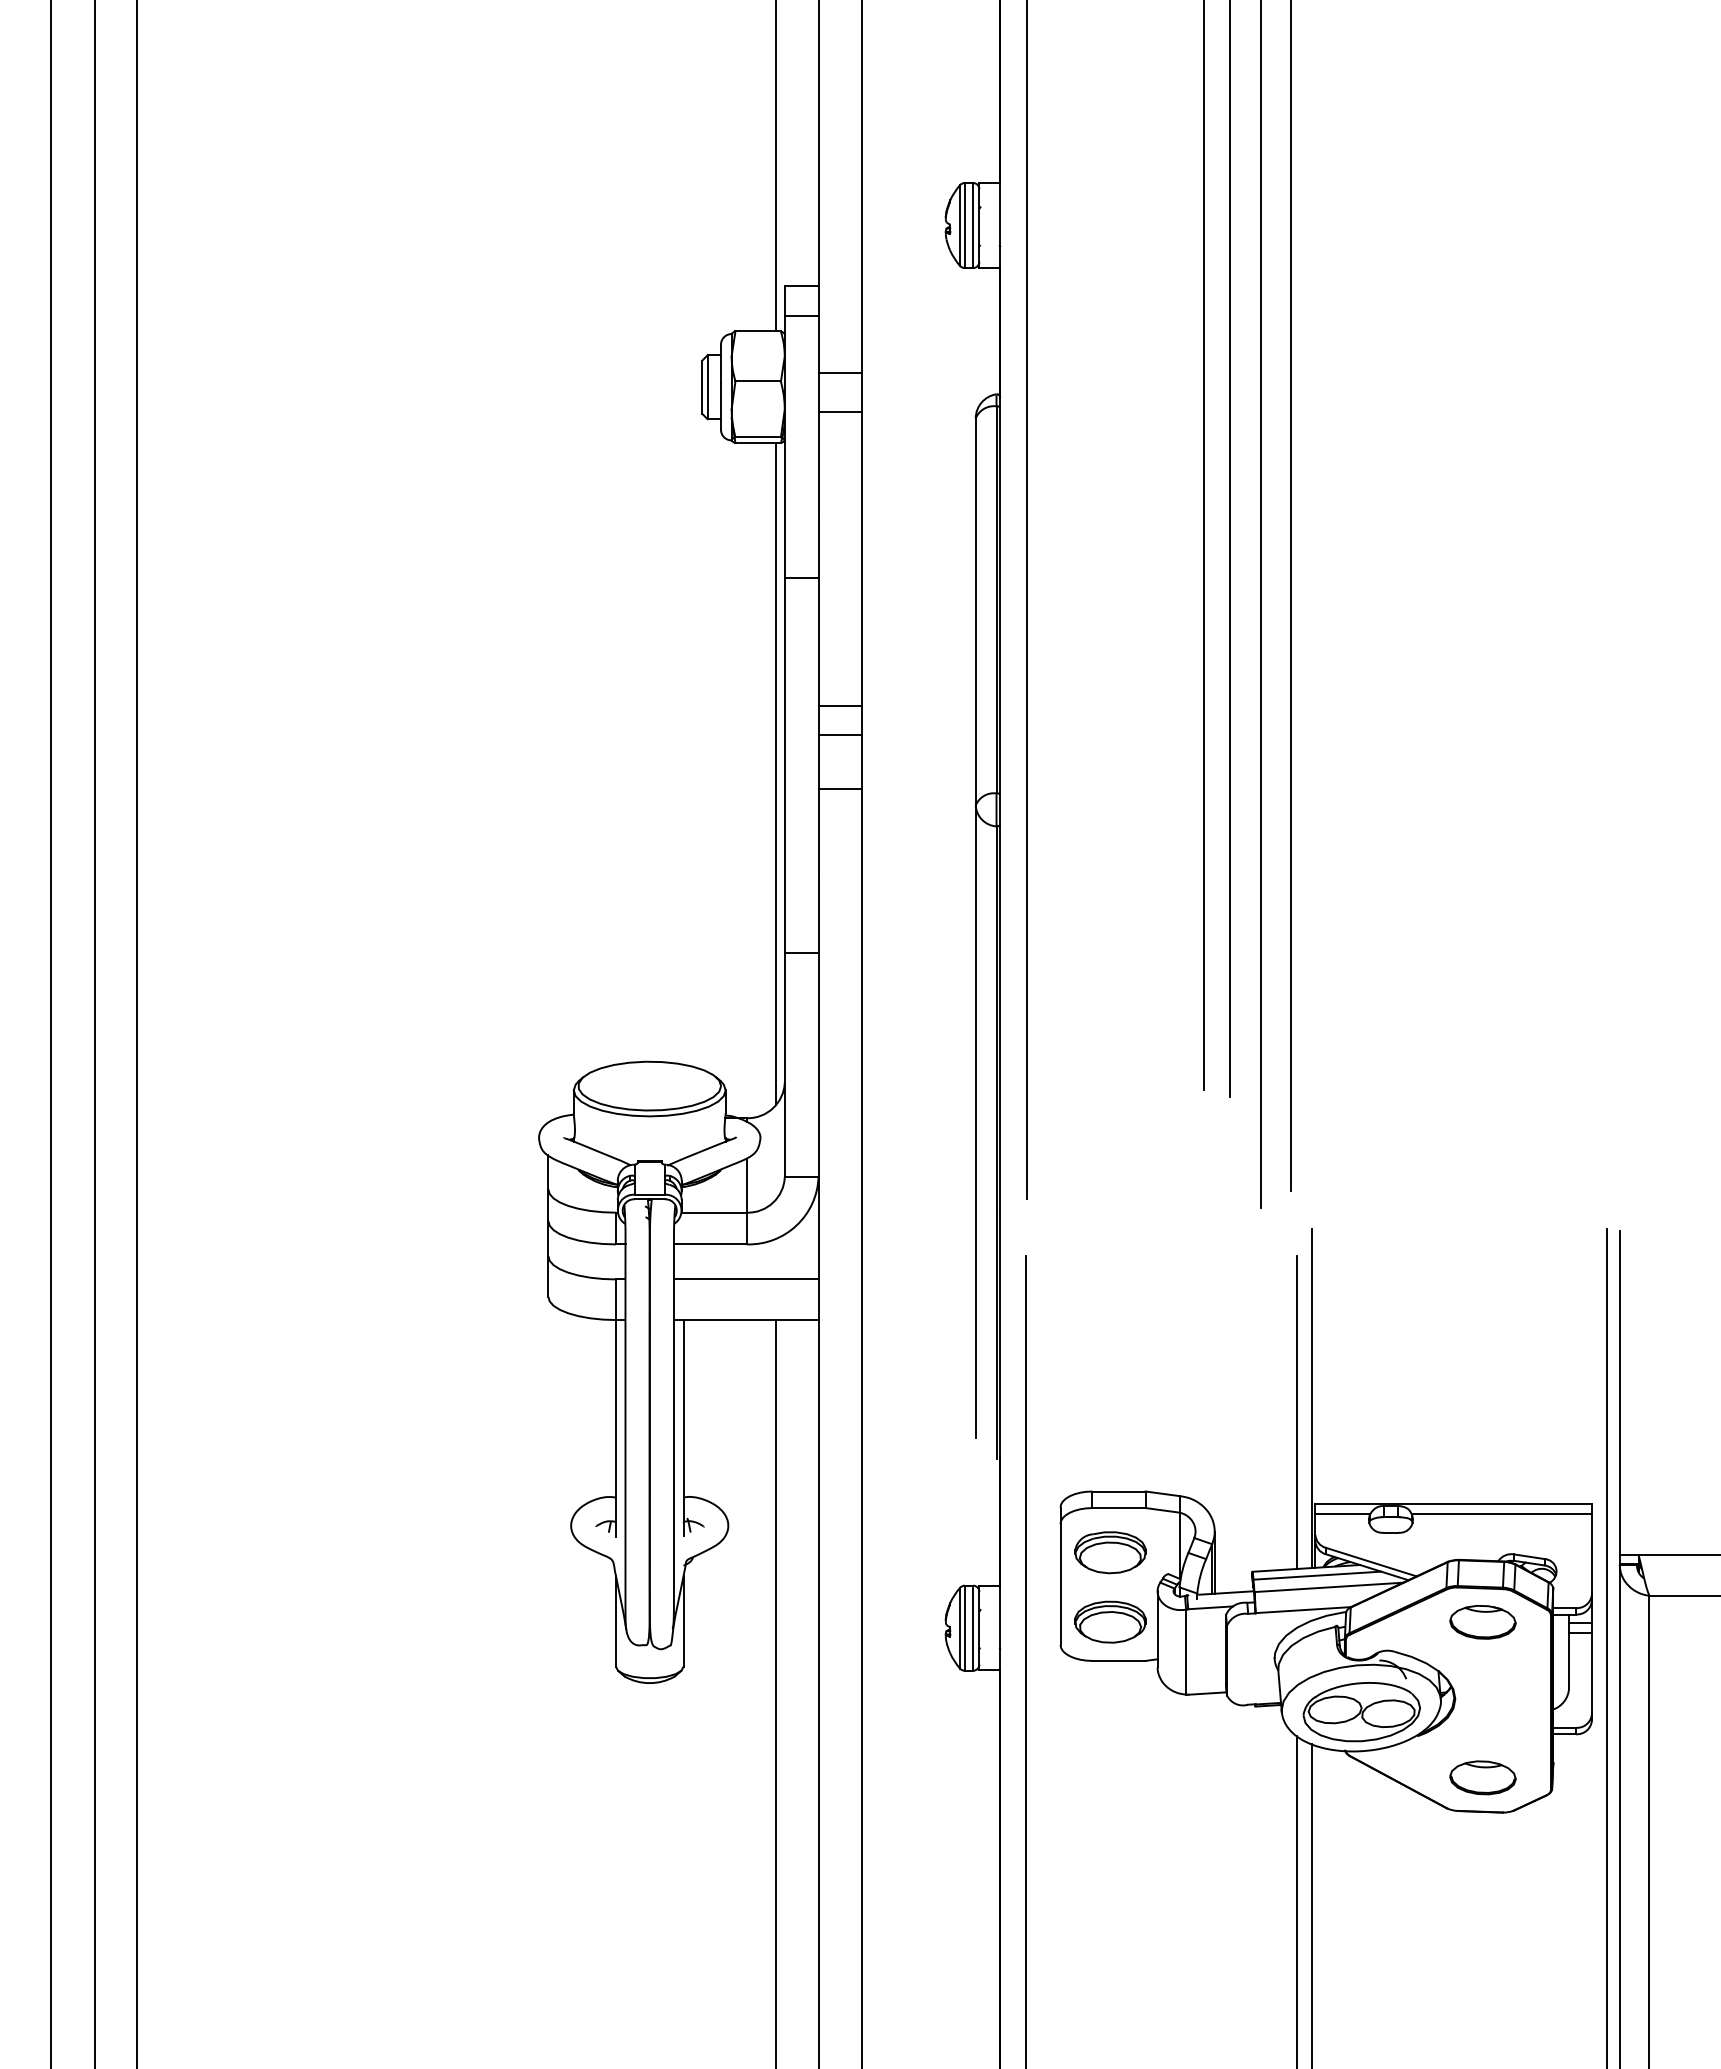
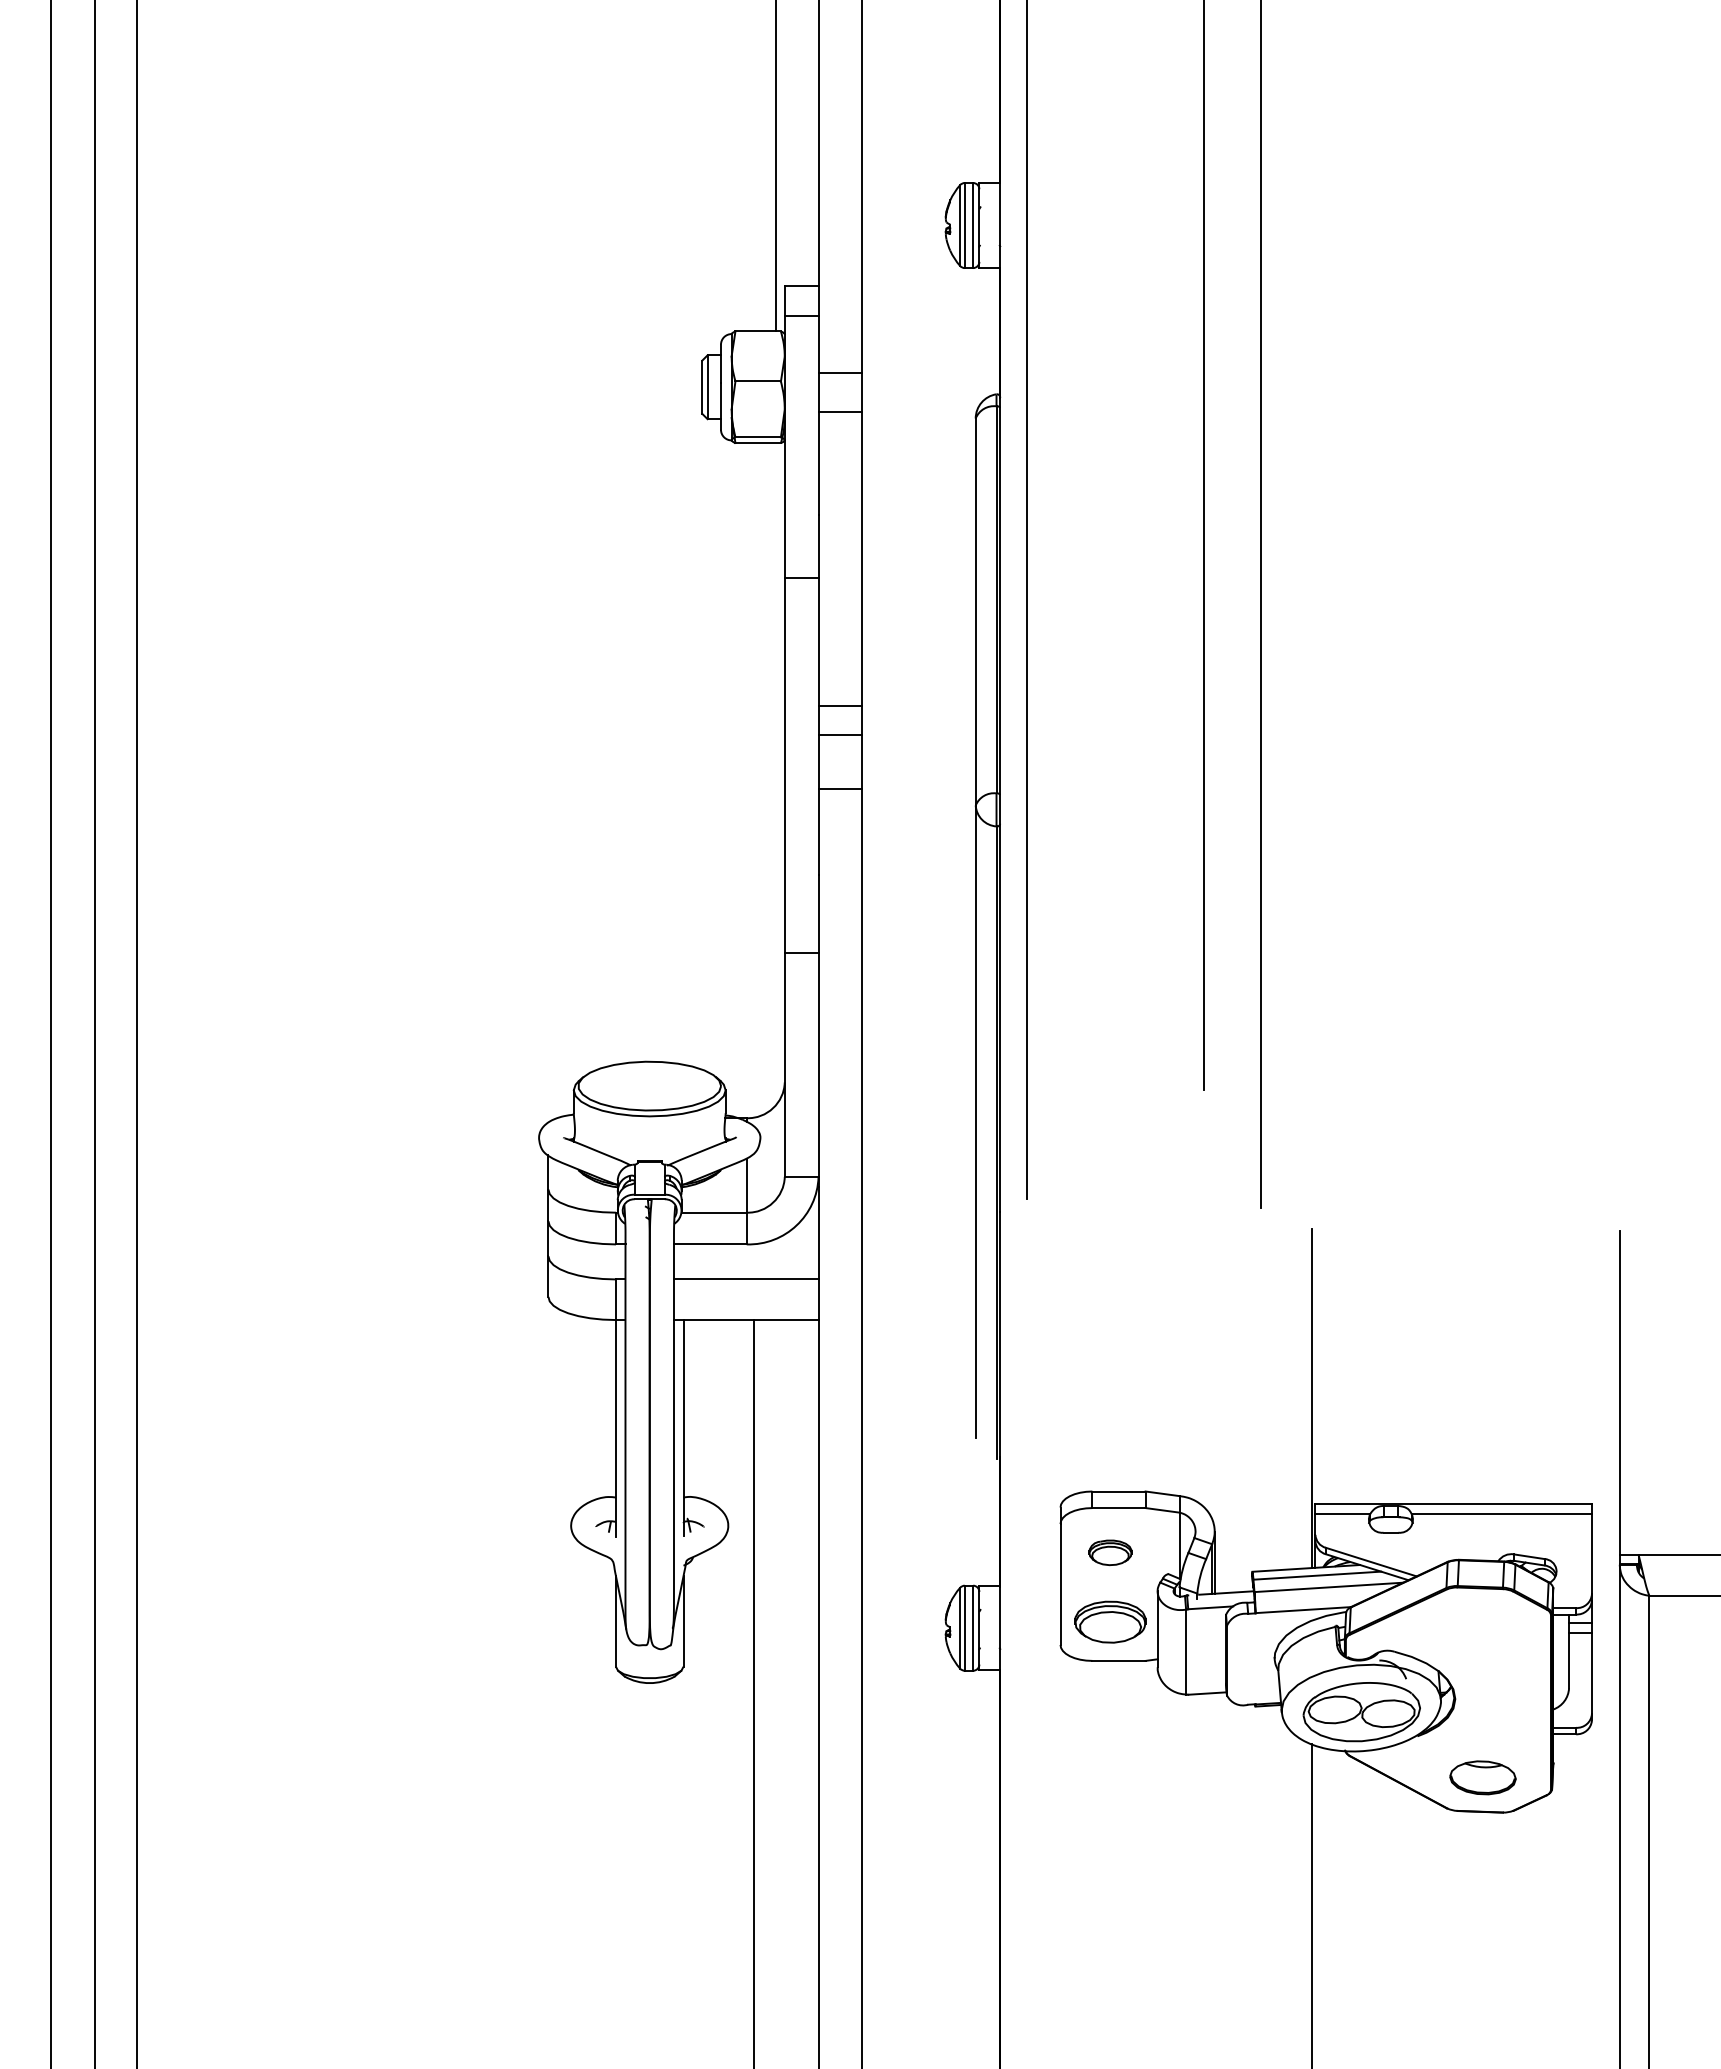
line at (1230, 549): present -> none
line at (1290, 596): present -> none
line at (776, 773): present -> none
line at (1296, 1412): present -> none
part at (1110, 1552) size: 73x44 px -> 45x28 px
part at (1482, 1622): present -> none
line at (1607, 1647): present -> none
line at (1026, 1660): present -> none
line at (776, 1692) position: (776, 1692) -> (754, 1692)
line at (1296, 1900): present -> none
